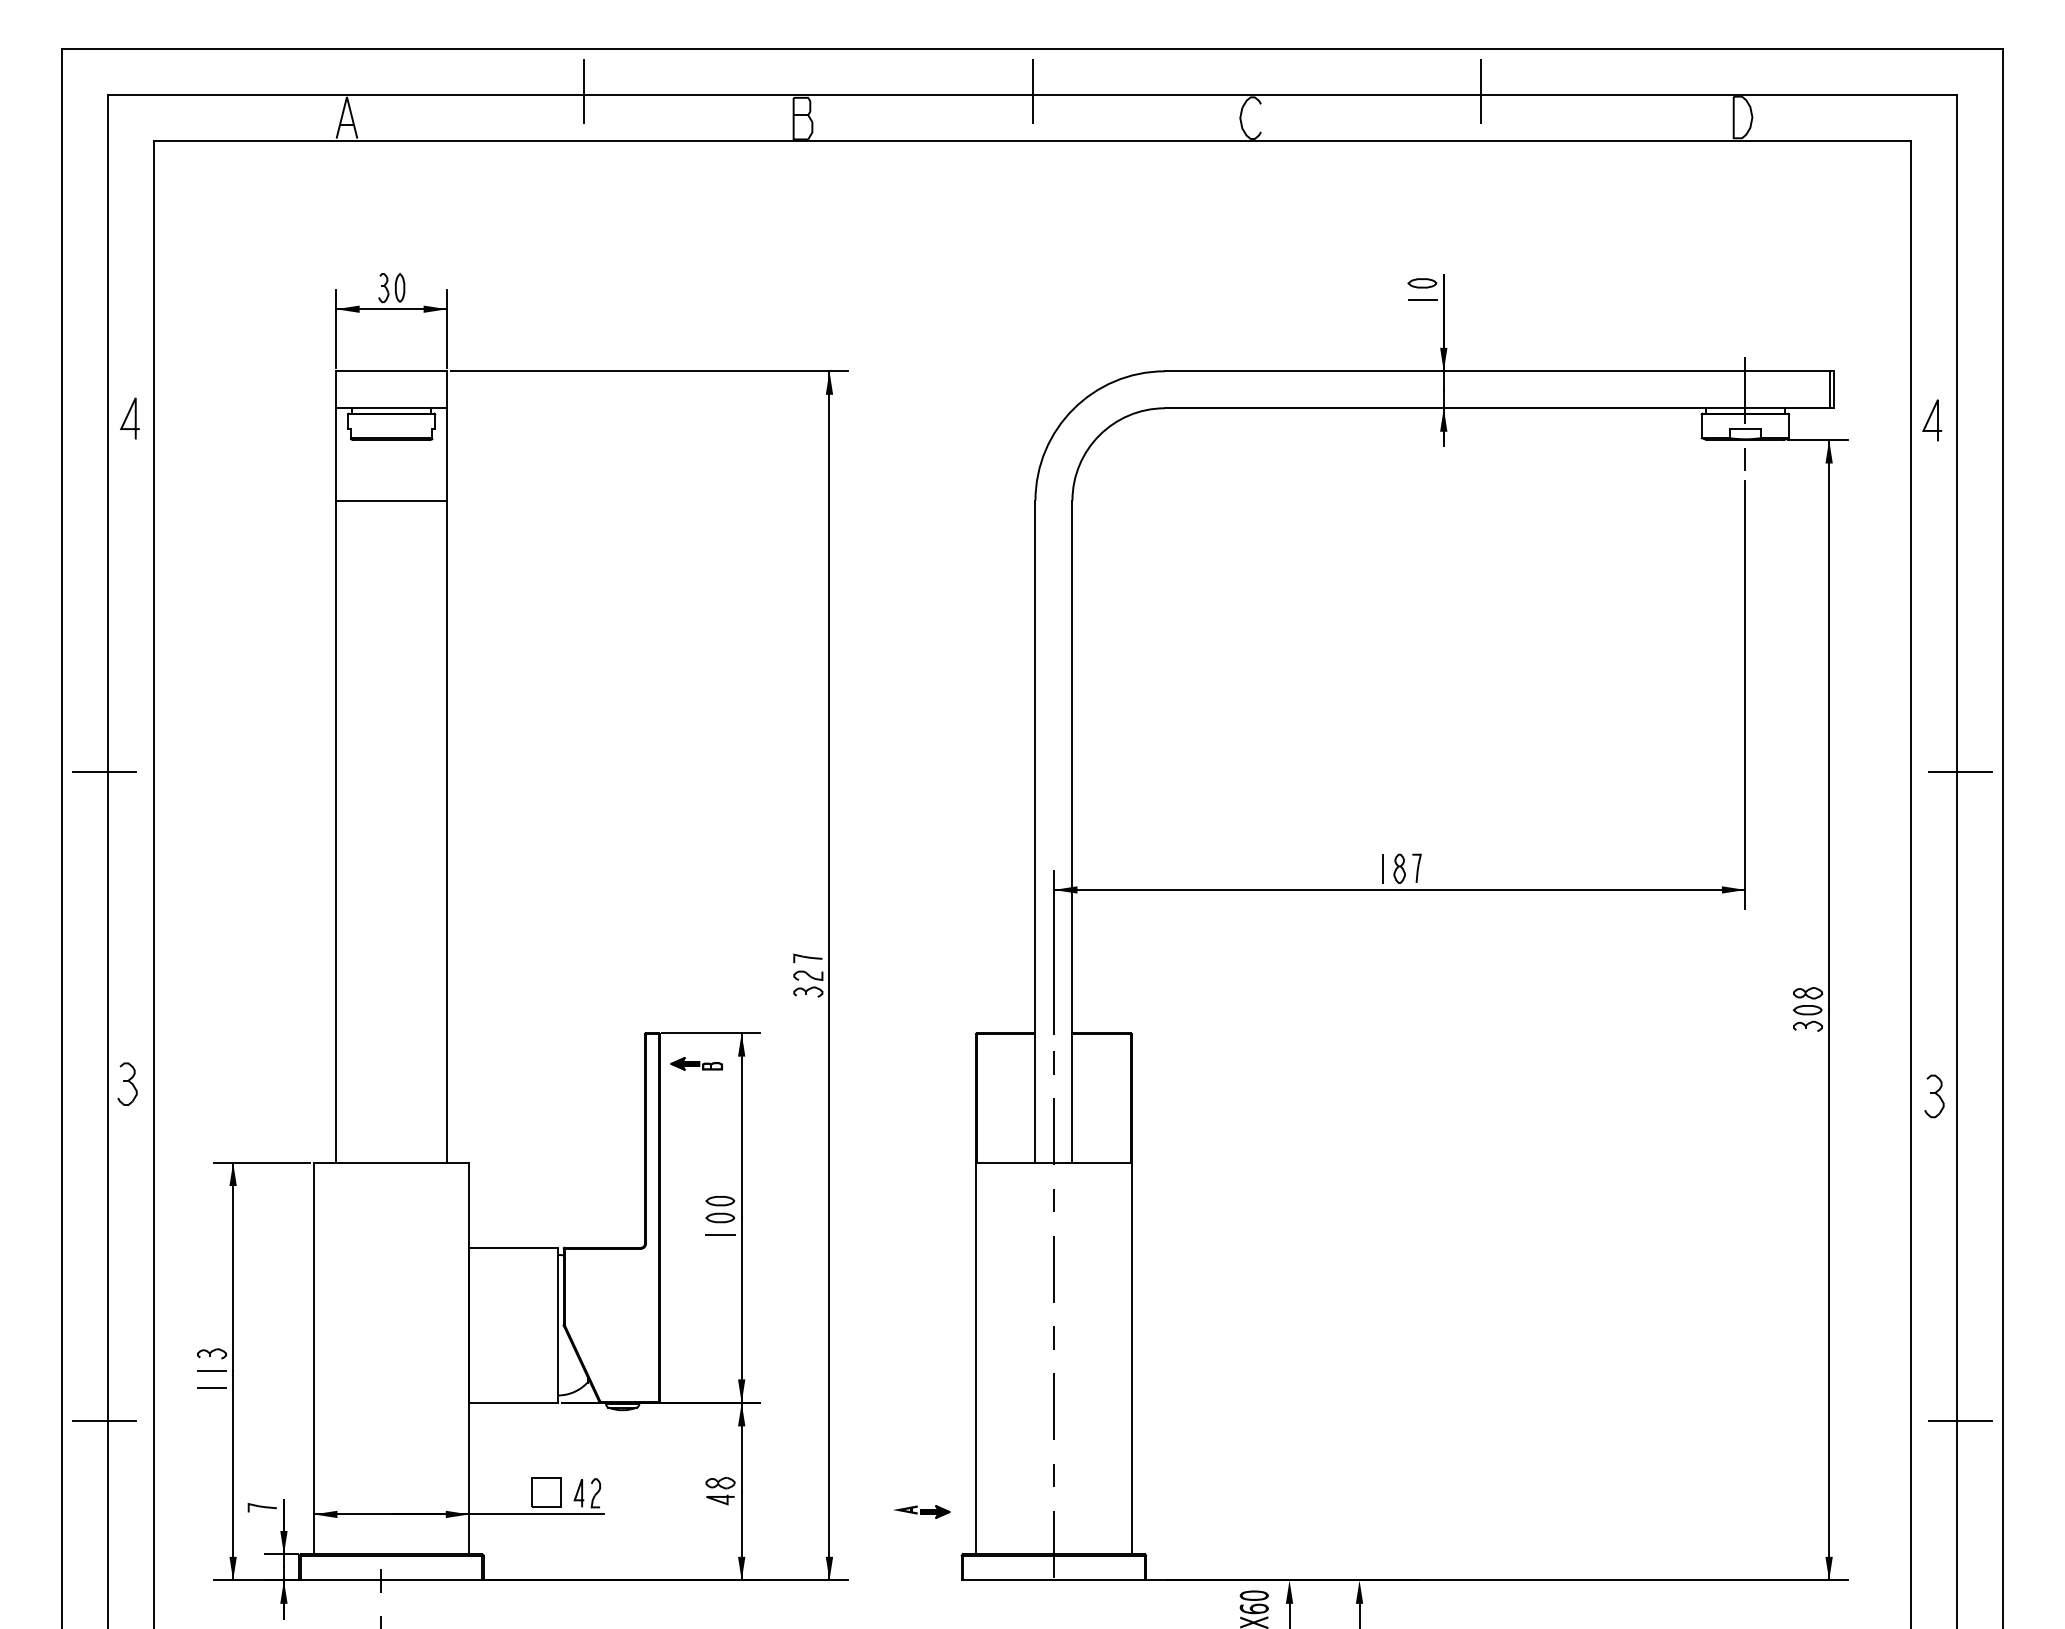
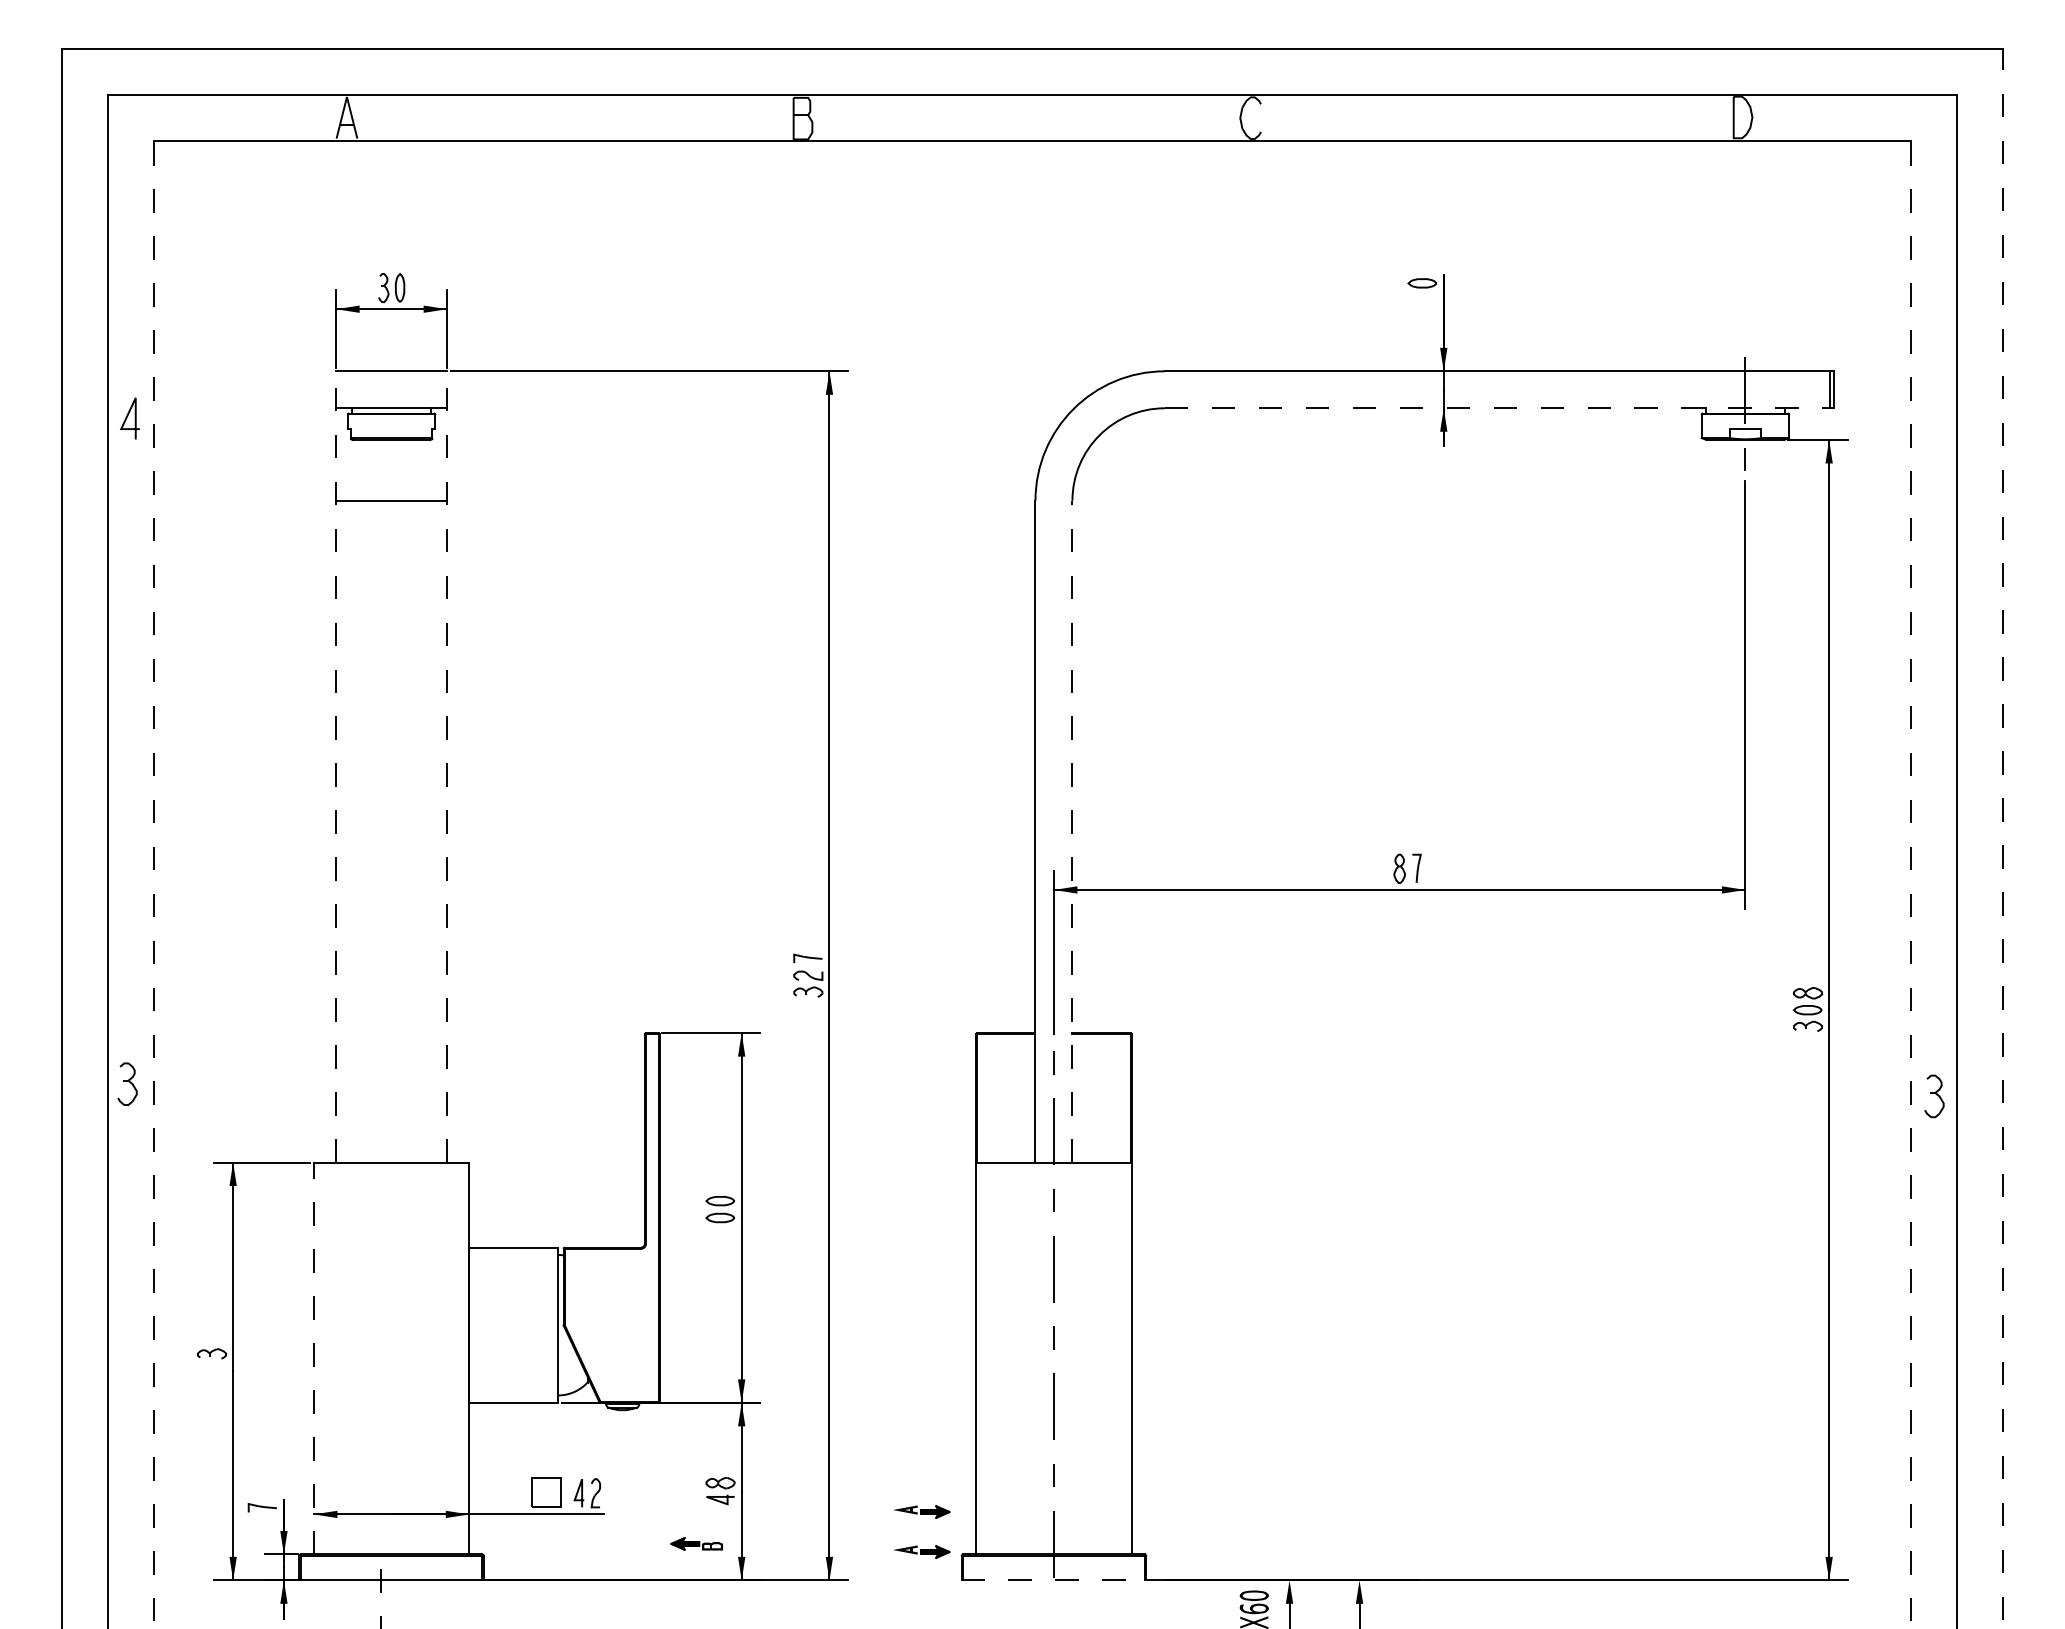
line at (584, 90): present -> none
line at (1032, 90): present -> none
line at (1480, 90): present -> none
line at (1422, 300): present -> none
line at (1499, 408): solid -> dashed
line at (1930, 418): present -> none
line at (336, 766): solid -> dashed
line at (447, 766): solid -> dashed
line at (104, 771): present -> none
line at (1960, 771): present -> none
line at (1072, 831): solid -> dashed
line at (2003, 838): solid -> dashed
line at (1382, 868): present -> none
line at (154, 884): solid -> dashed
line at (1910, 884): solid -> dashed
part at (696, 1063) position: (696, 1063) -> (696, 1543)
line at (720, 1234): present -> none
line at (313, 1358): solid -> dashed
line at (211, 1371): present -> none
line at (211, 1388): present -> none
line at (104, 1421): present -> none
line at (1960, 1421): present -> none
part at (921, 1551): none -> present
line at (1054, 1580): solid -> dashed
